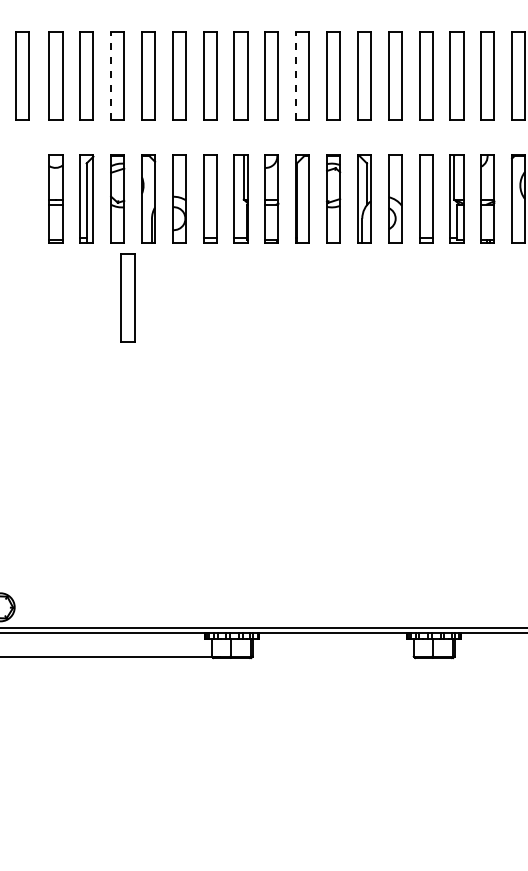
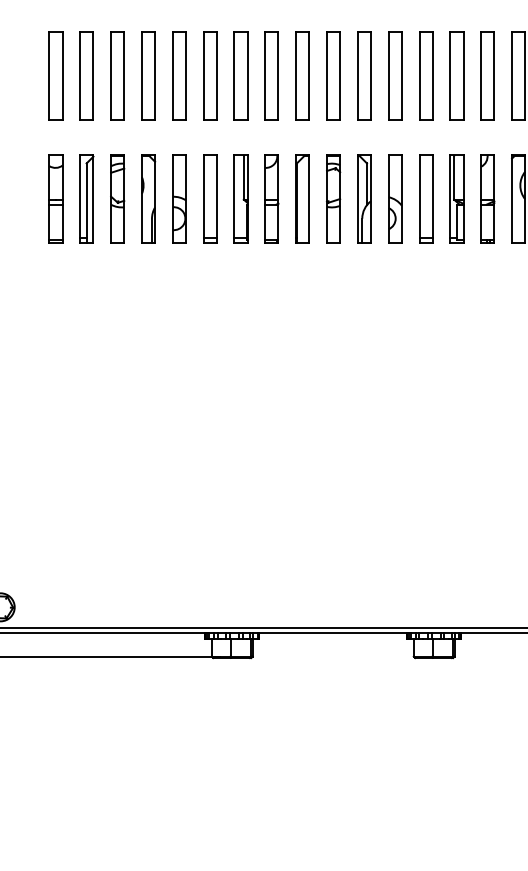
part at (22, 75): present -> none
line at (111, 76): dashed -> solid
line at (296, 76): dashed -> solid
part at (127, 297): present -> none
